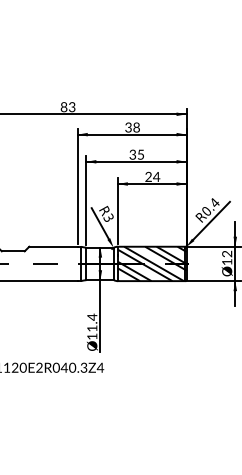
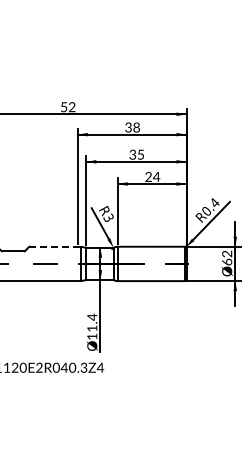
text at (67, 107): 83 -> 52
line at (54, 246): solid -> dashed
text at (227, 261): 12 -> 62
hatch at (151, 263): present -> none
